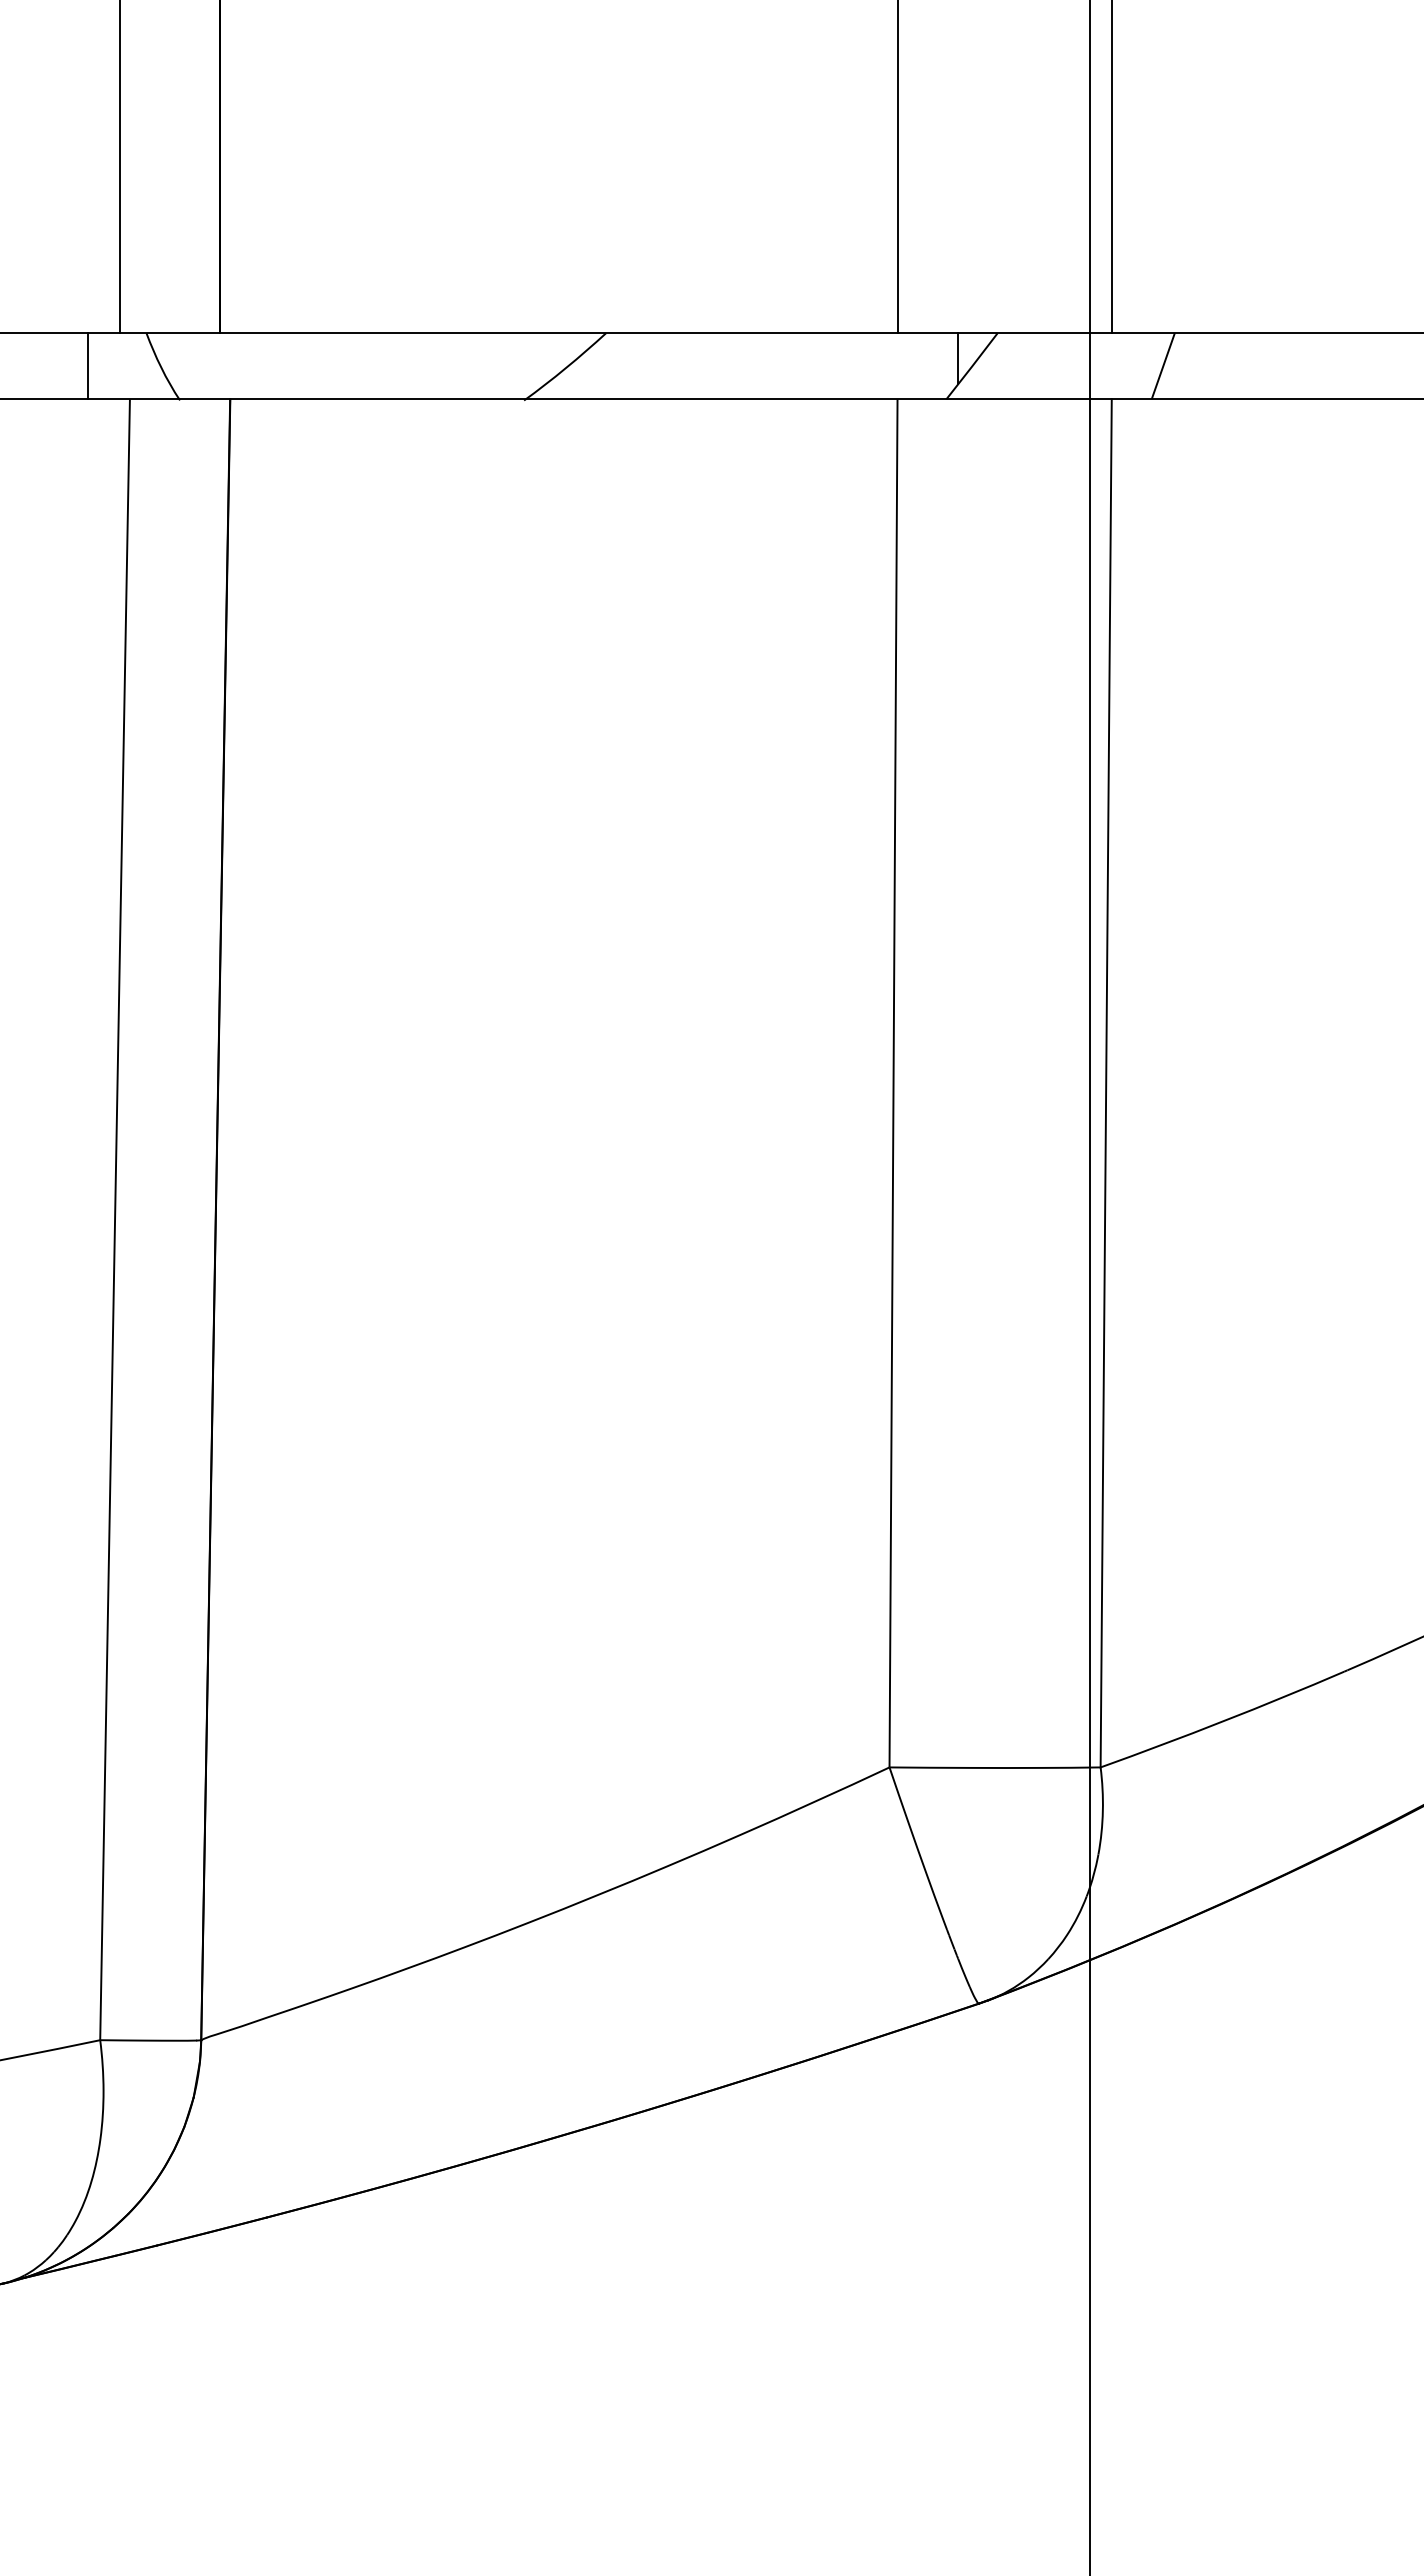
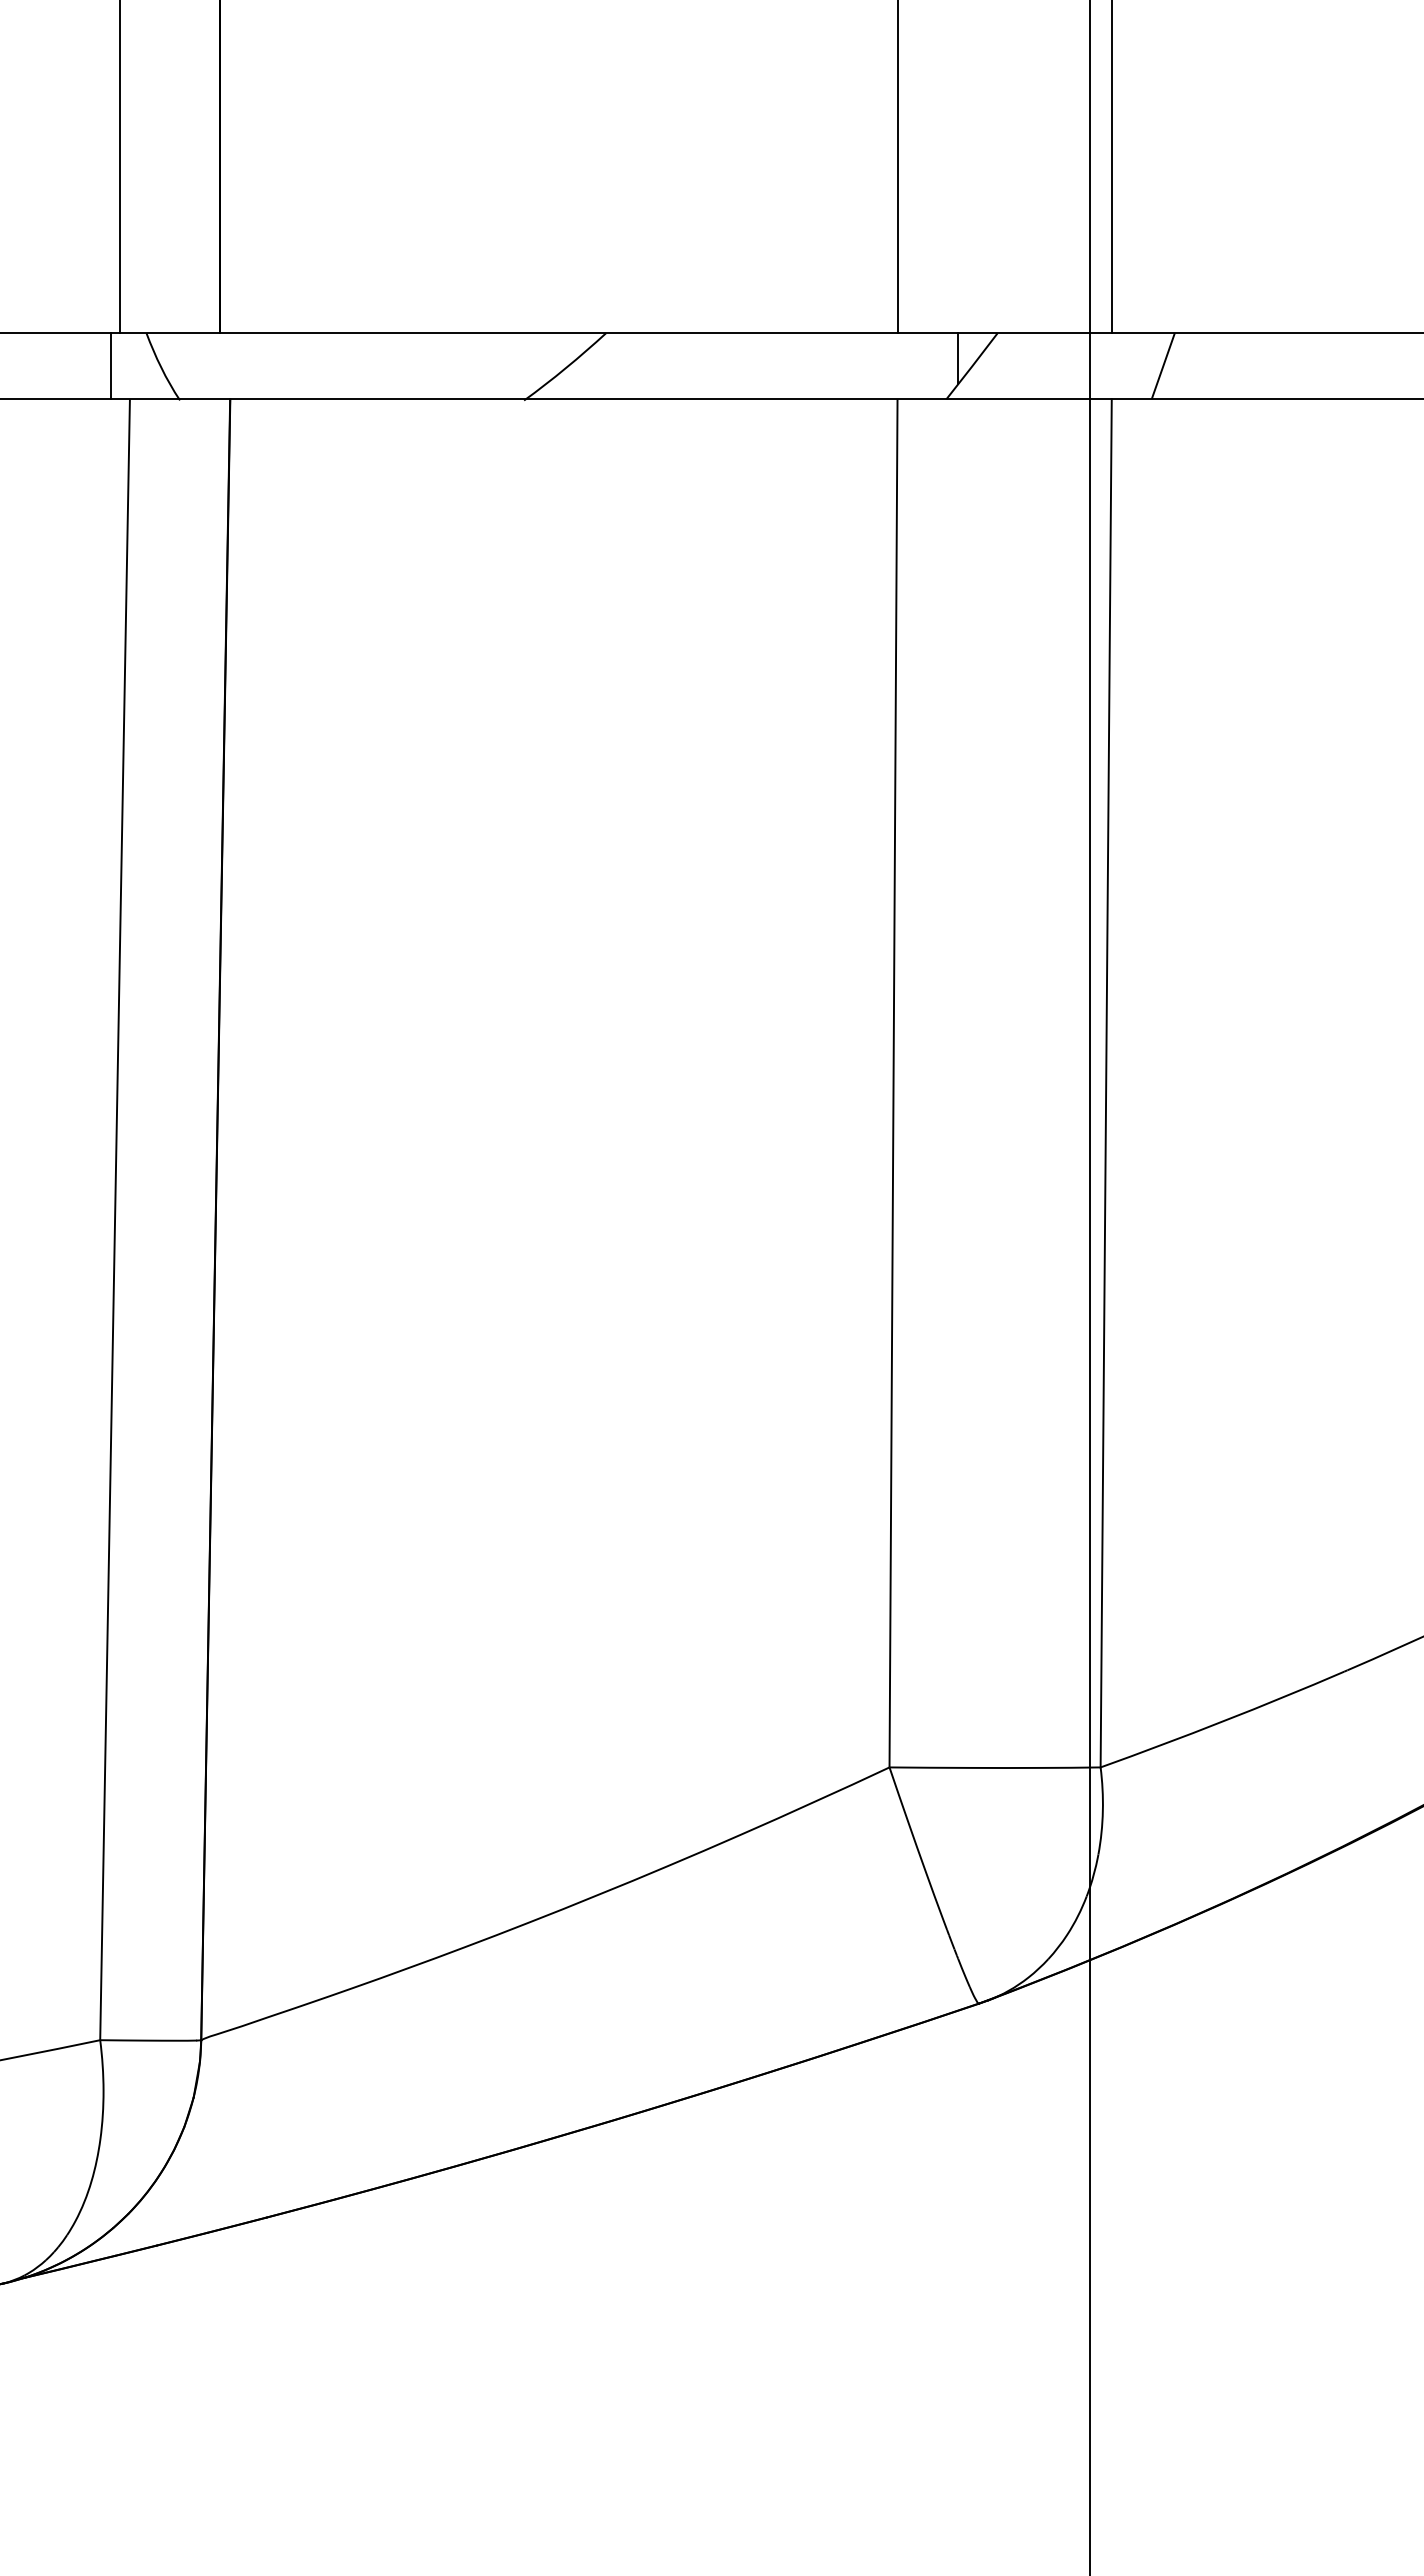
line at (88, 366) position: (88, 366) -> (111, 366)
